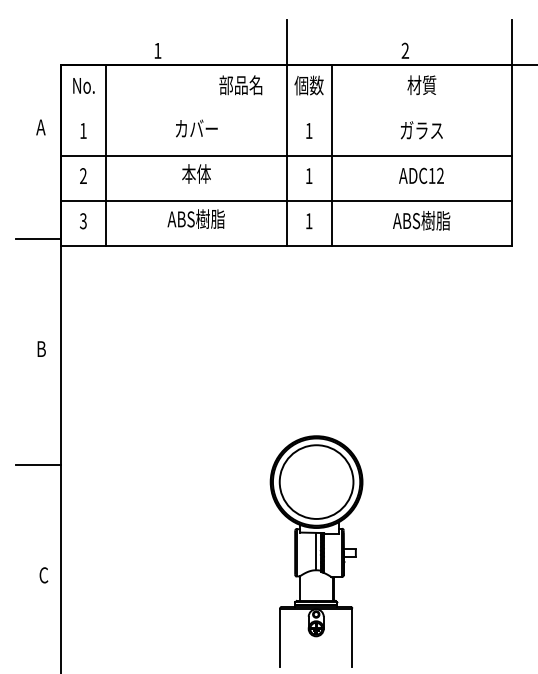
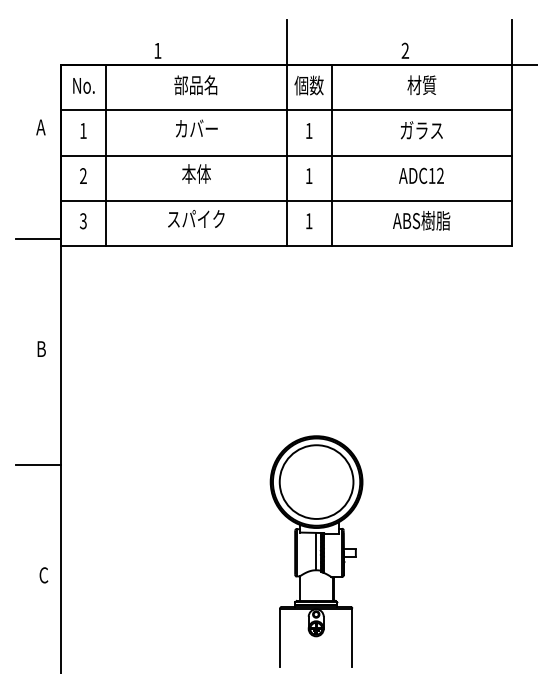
text at (240, 85) position: (240, 85) -> (195, 85)
line at (286, 110): none -> present
text at (195, 218): ABS樹脂 -> スパイク
